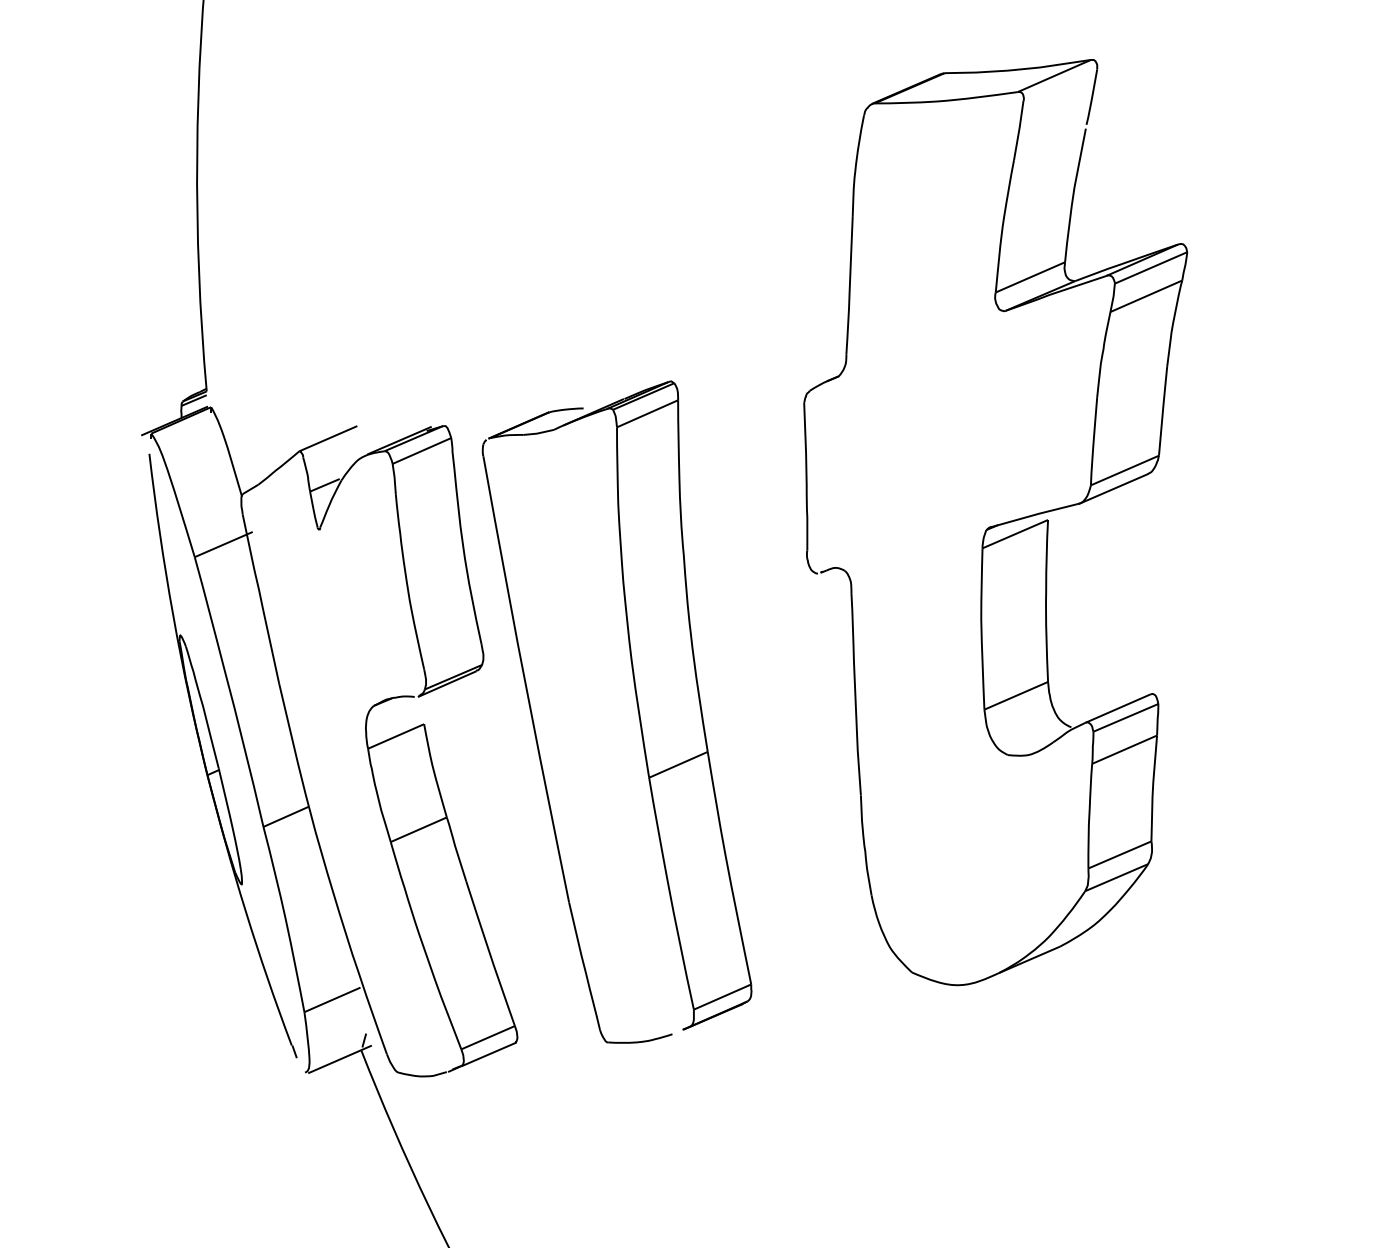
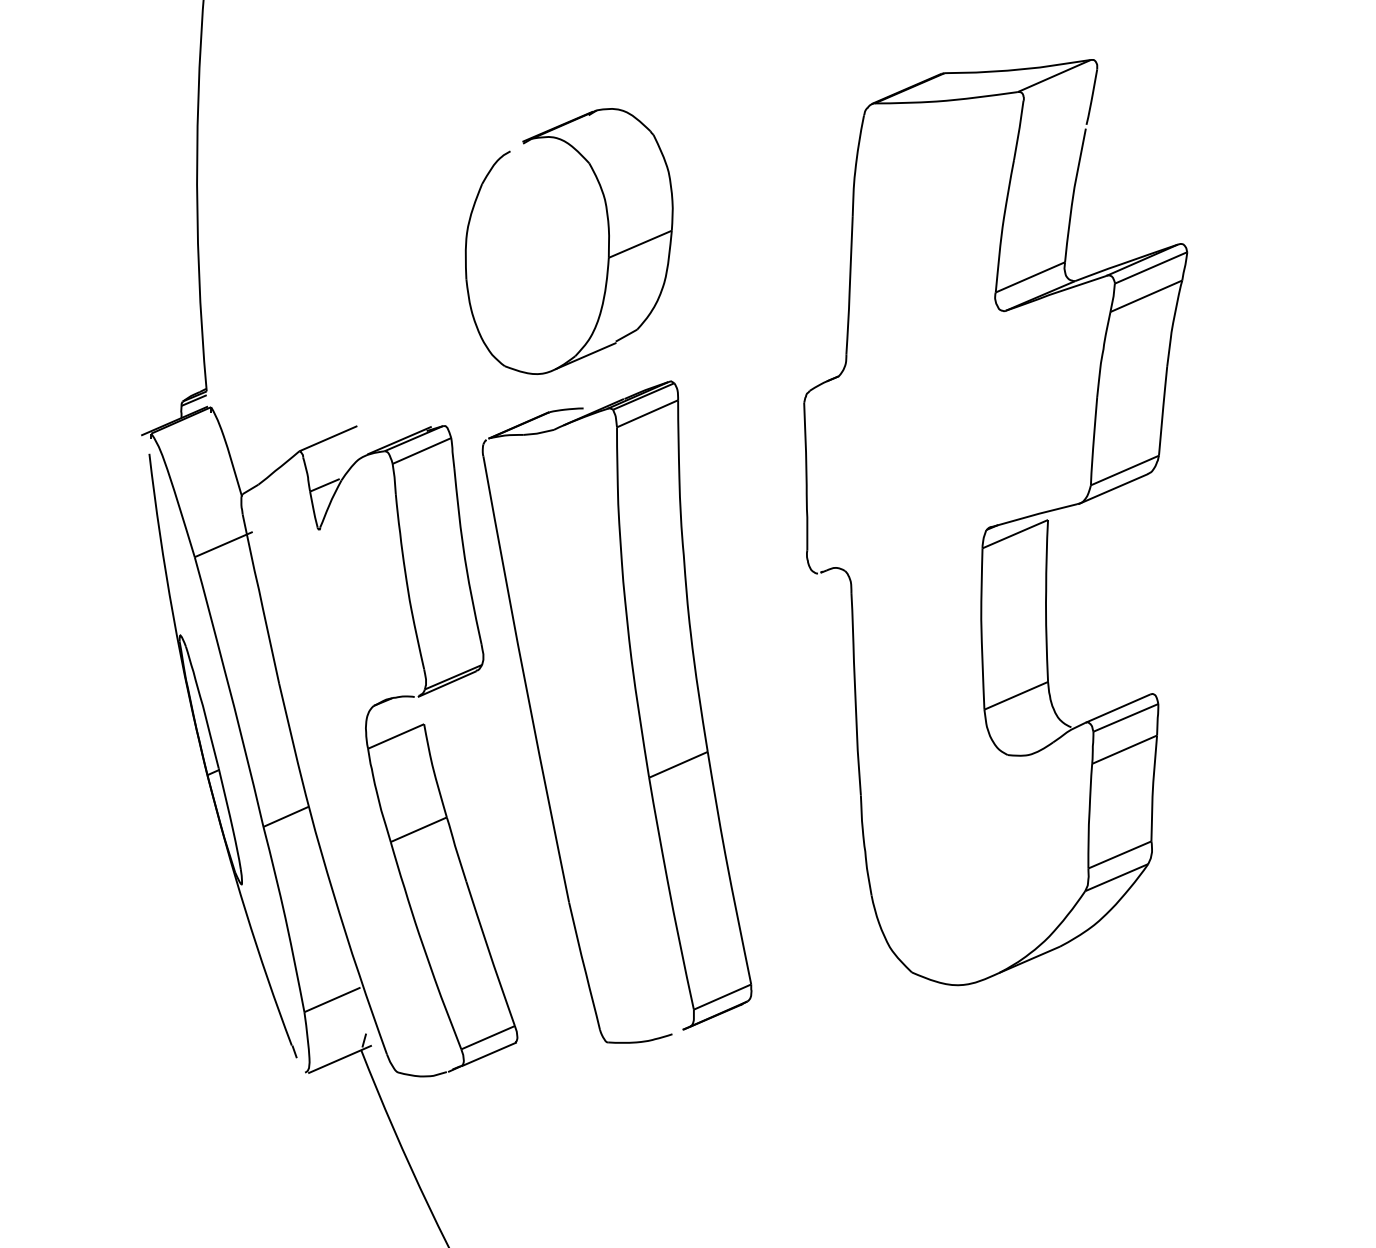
part at (608, 241): none -> present
